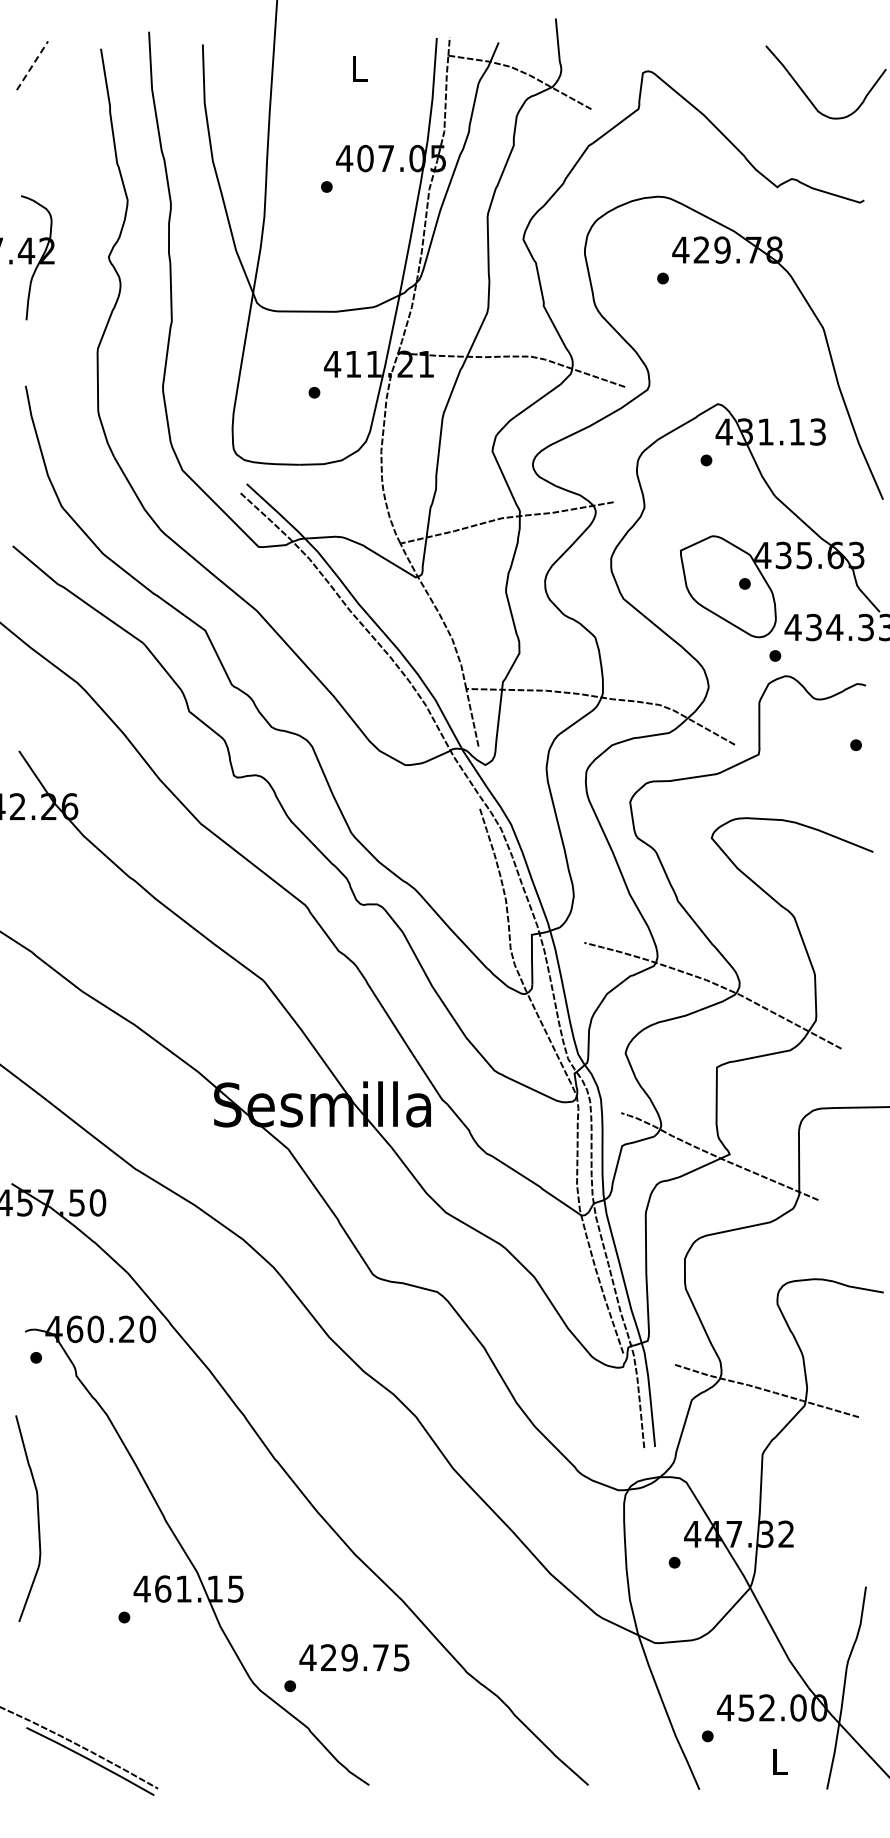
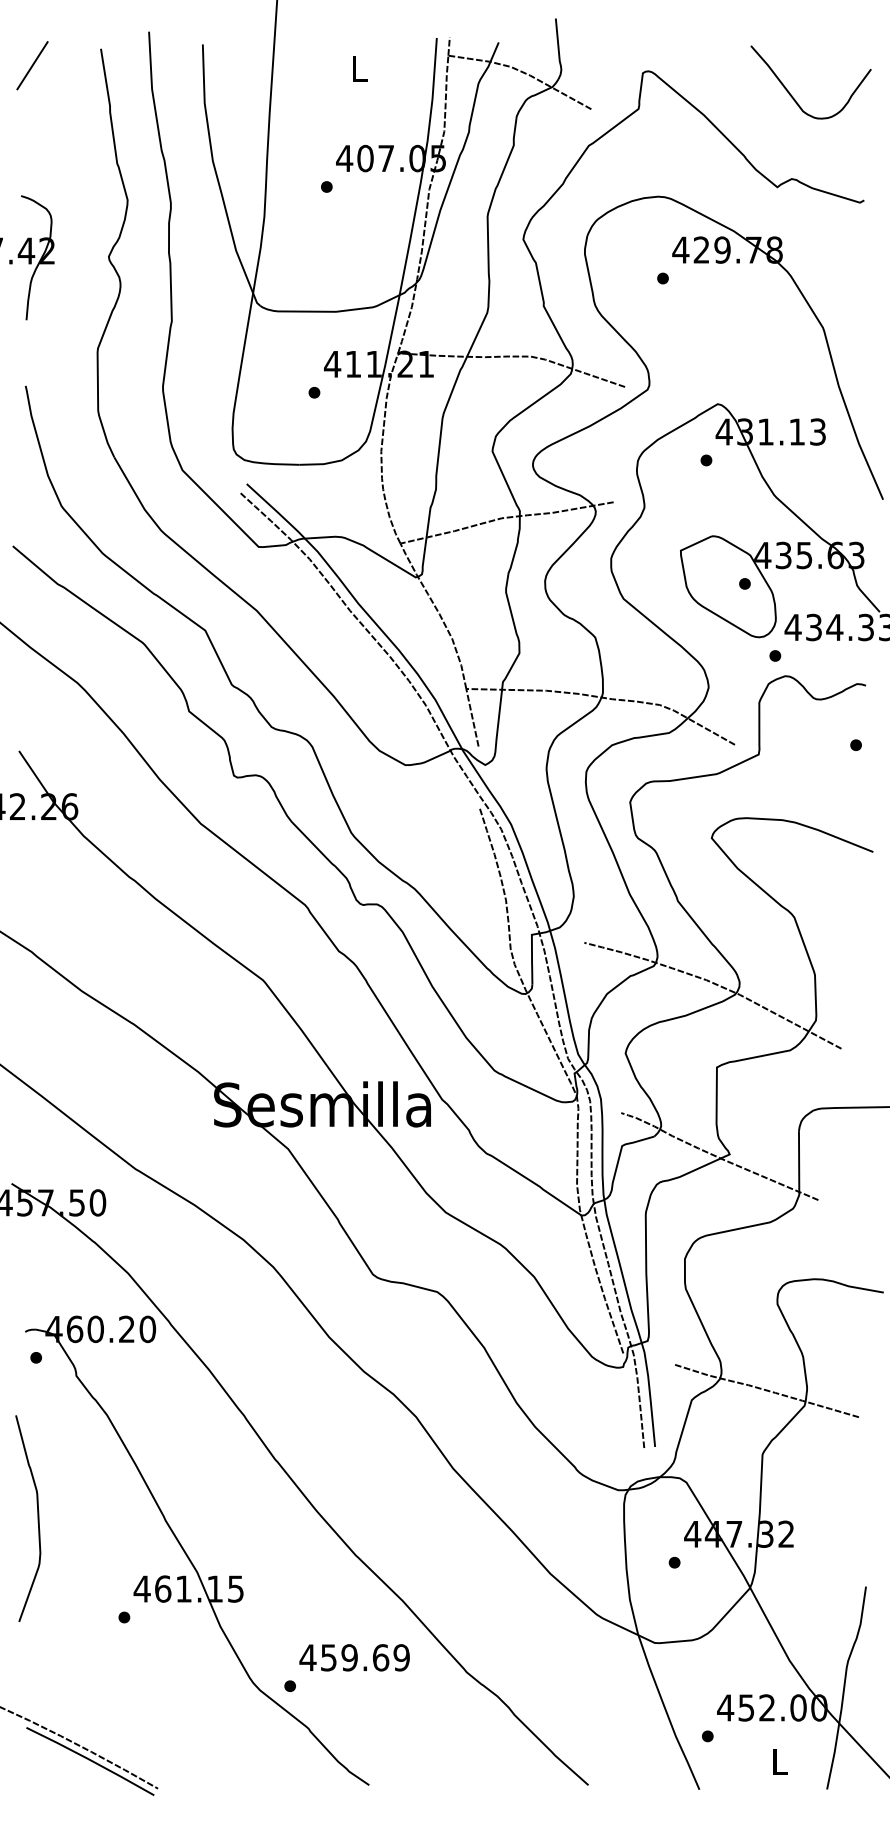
line at (32, 65): dashed -> solid
curve at (807, 95) position: (807, 95) -> (792, 95)
text at (365, 1657): 429.75 -> 459.69
